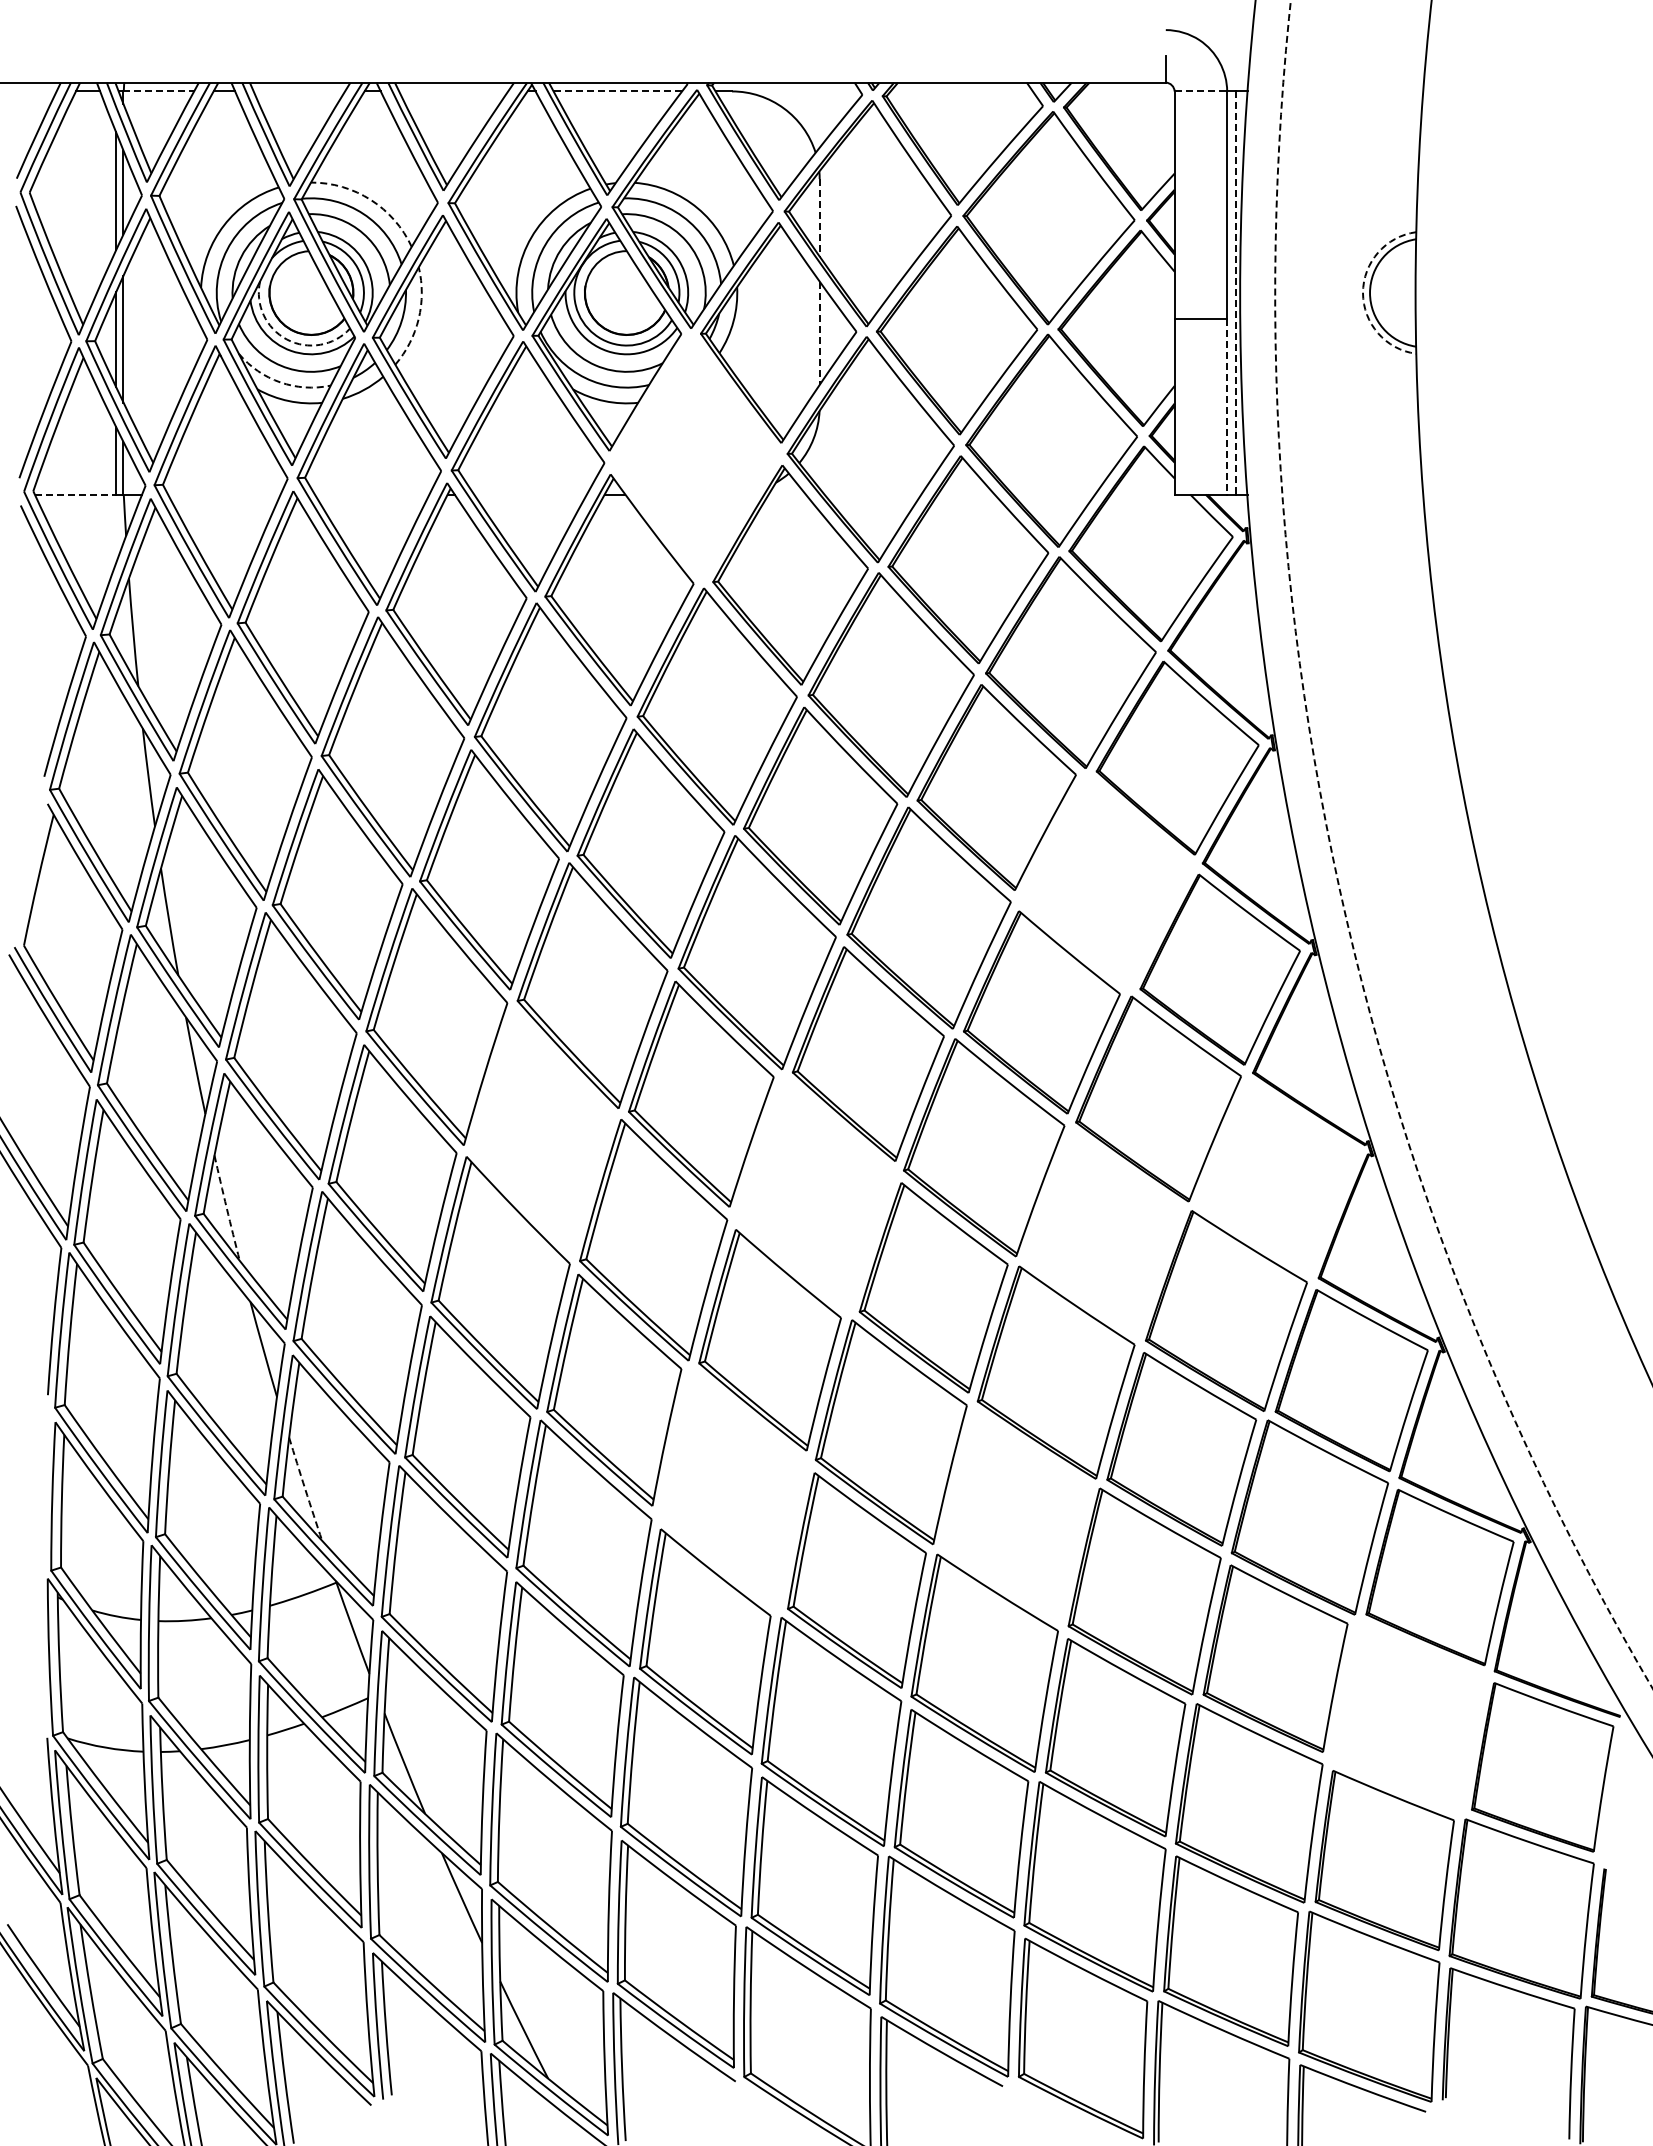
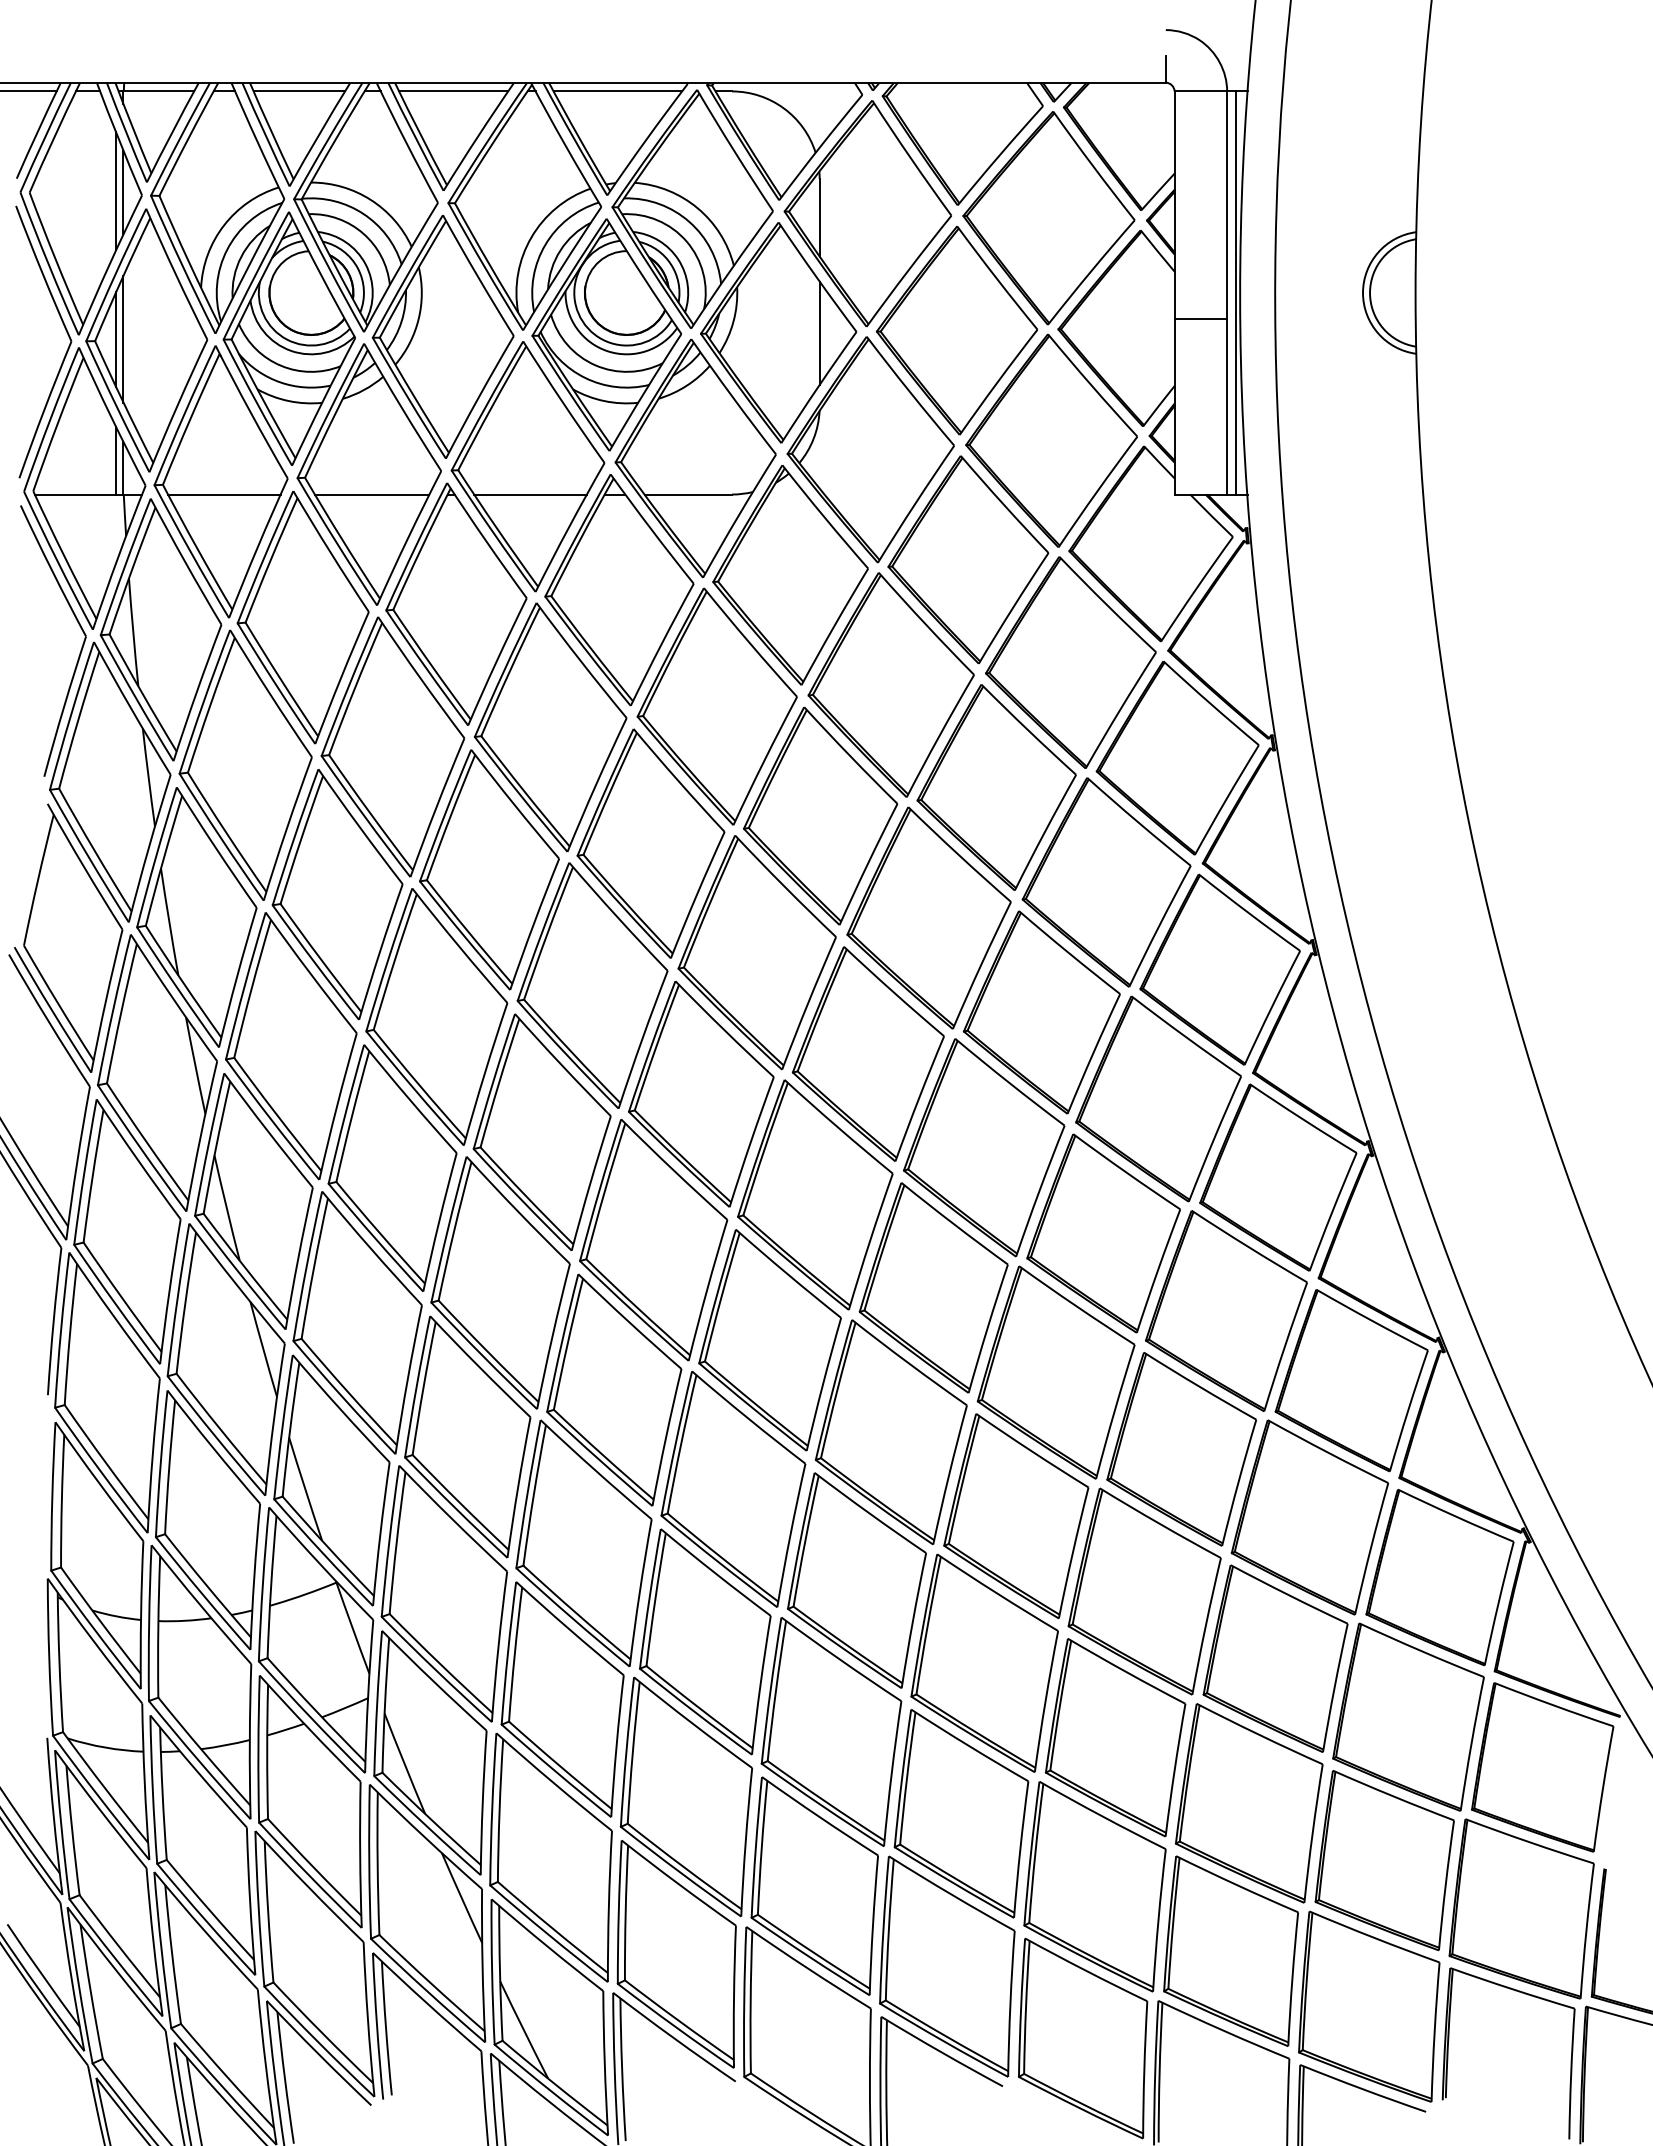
line at (29, 91): none -> present
line at (159, 91): dashed -> solid
line at (299, 91): none -> present
line at (453, 91): none -> present
line at (618, 91): dashed -> solid
line at (1201, 91): dashed -> solid
arc at (370, 199): dashed -> solid
line at (819, 217): dashed -> solid
line at (1235, 292): dashed -> solid
arc at (1363, 292): dashed -> solid
arc at (418, 318): dashed -> solid
line at (819, 333): dashed -> solid
arc at (286, 339): dashed -> solid
arc at (280, 382): dashed -> solid
line at (1227, 406): dashed -> solid
part at (695, 457): none -> present
line at (75, 494): dashed -> solid
line at (224, 494): none -> present
line at (371, 494): none -> present
line at (530, 494): none -> present
arc at (1336, 872): dashed -> solid
part at (1106, 882): none -> present
part at (541, 1131): none -> present
part at (1278, 1177): none -> present
part at (815, 1194): none -> present
arc at (226, 1208): dashed -> solid
part at (1103, 1233): none -> present
arc at (305, 1489): dashed -> solid
part at (733, 1489): none -> present
part at (1016, 1515): none -> present
part at (1408, 1716): none -> present
